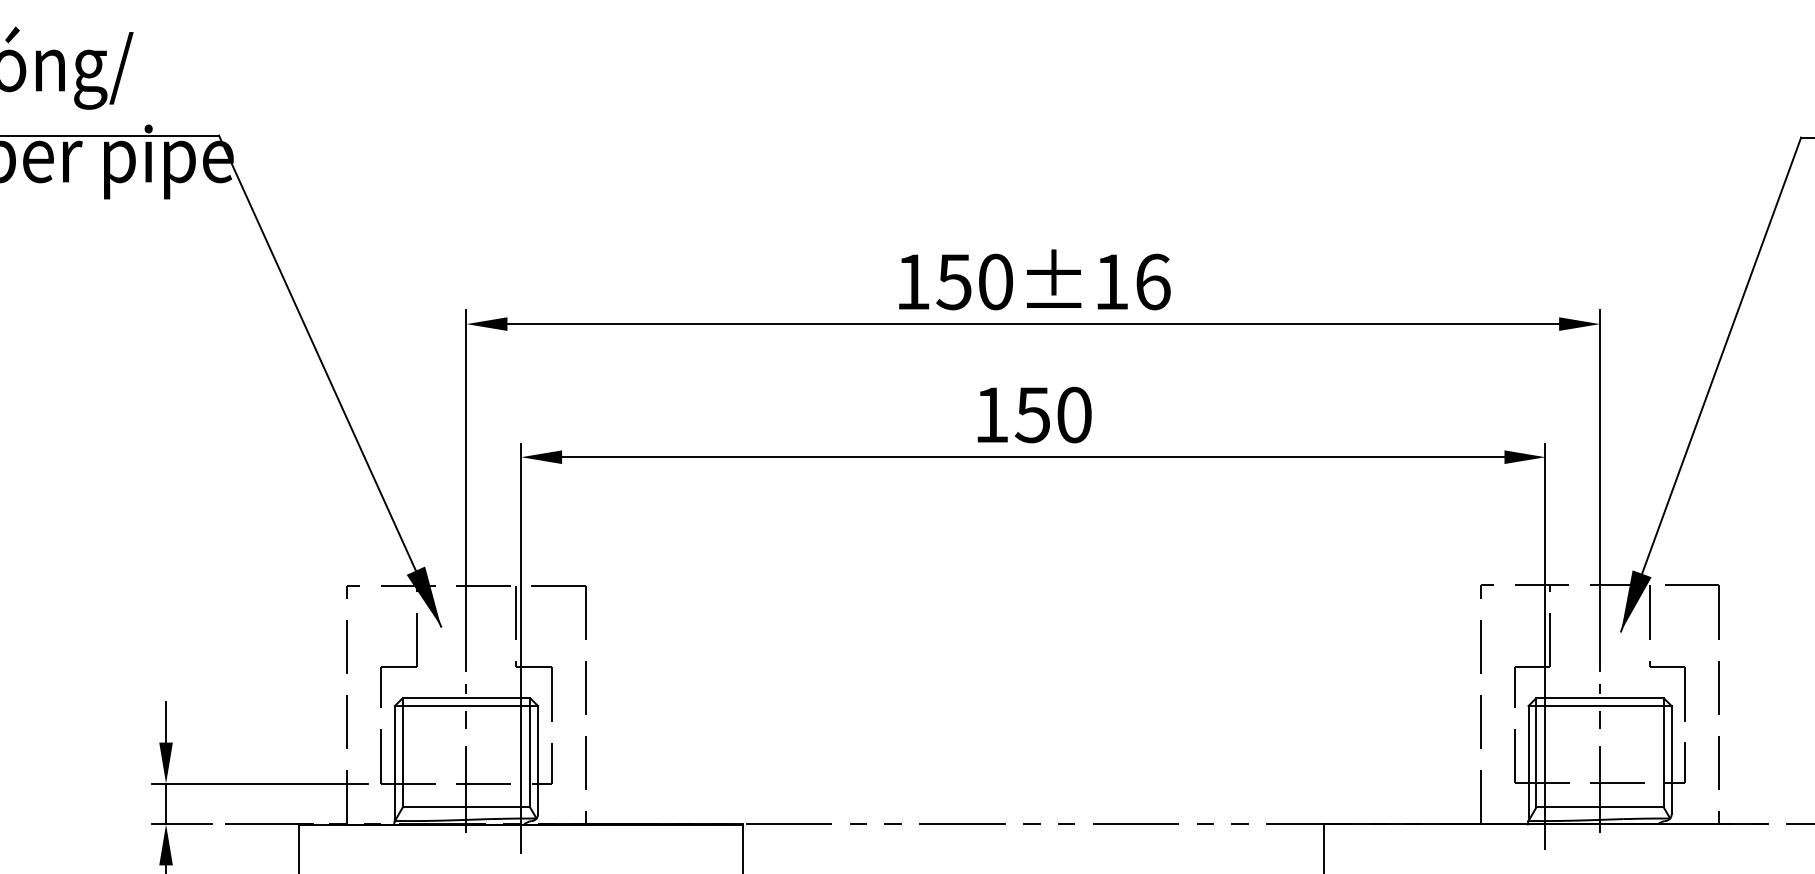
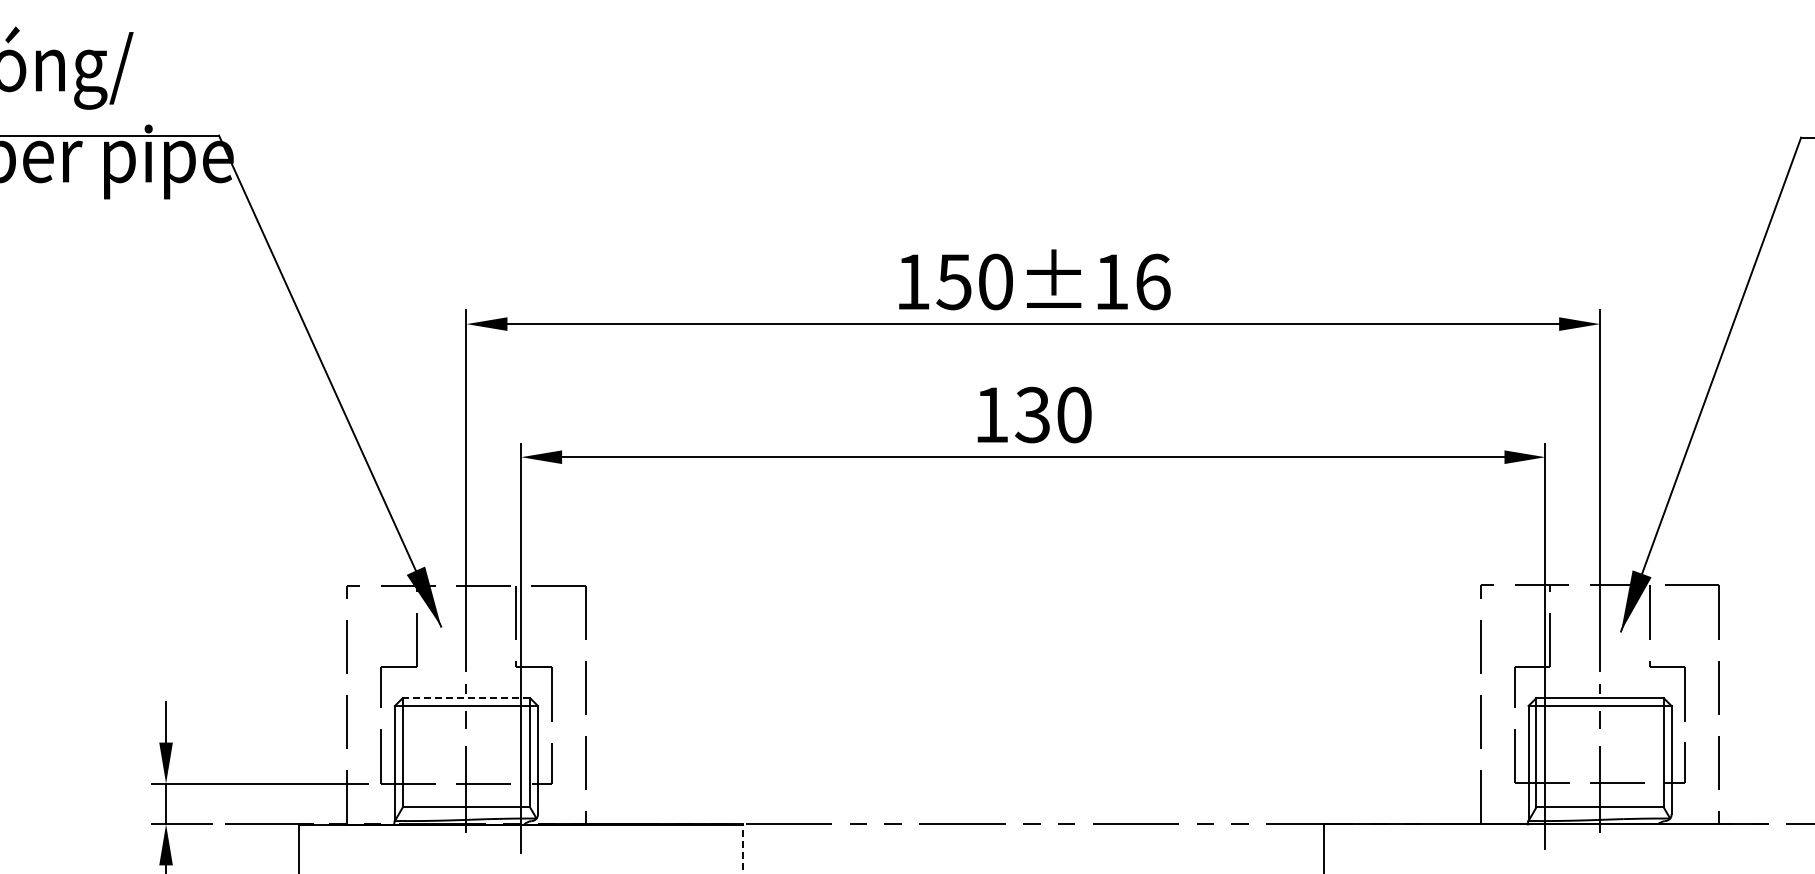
text at (1031, 414): 150 -> 130
line at (466, 698): solid -> dashed
line at (743, 848): solid -> dashed
